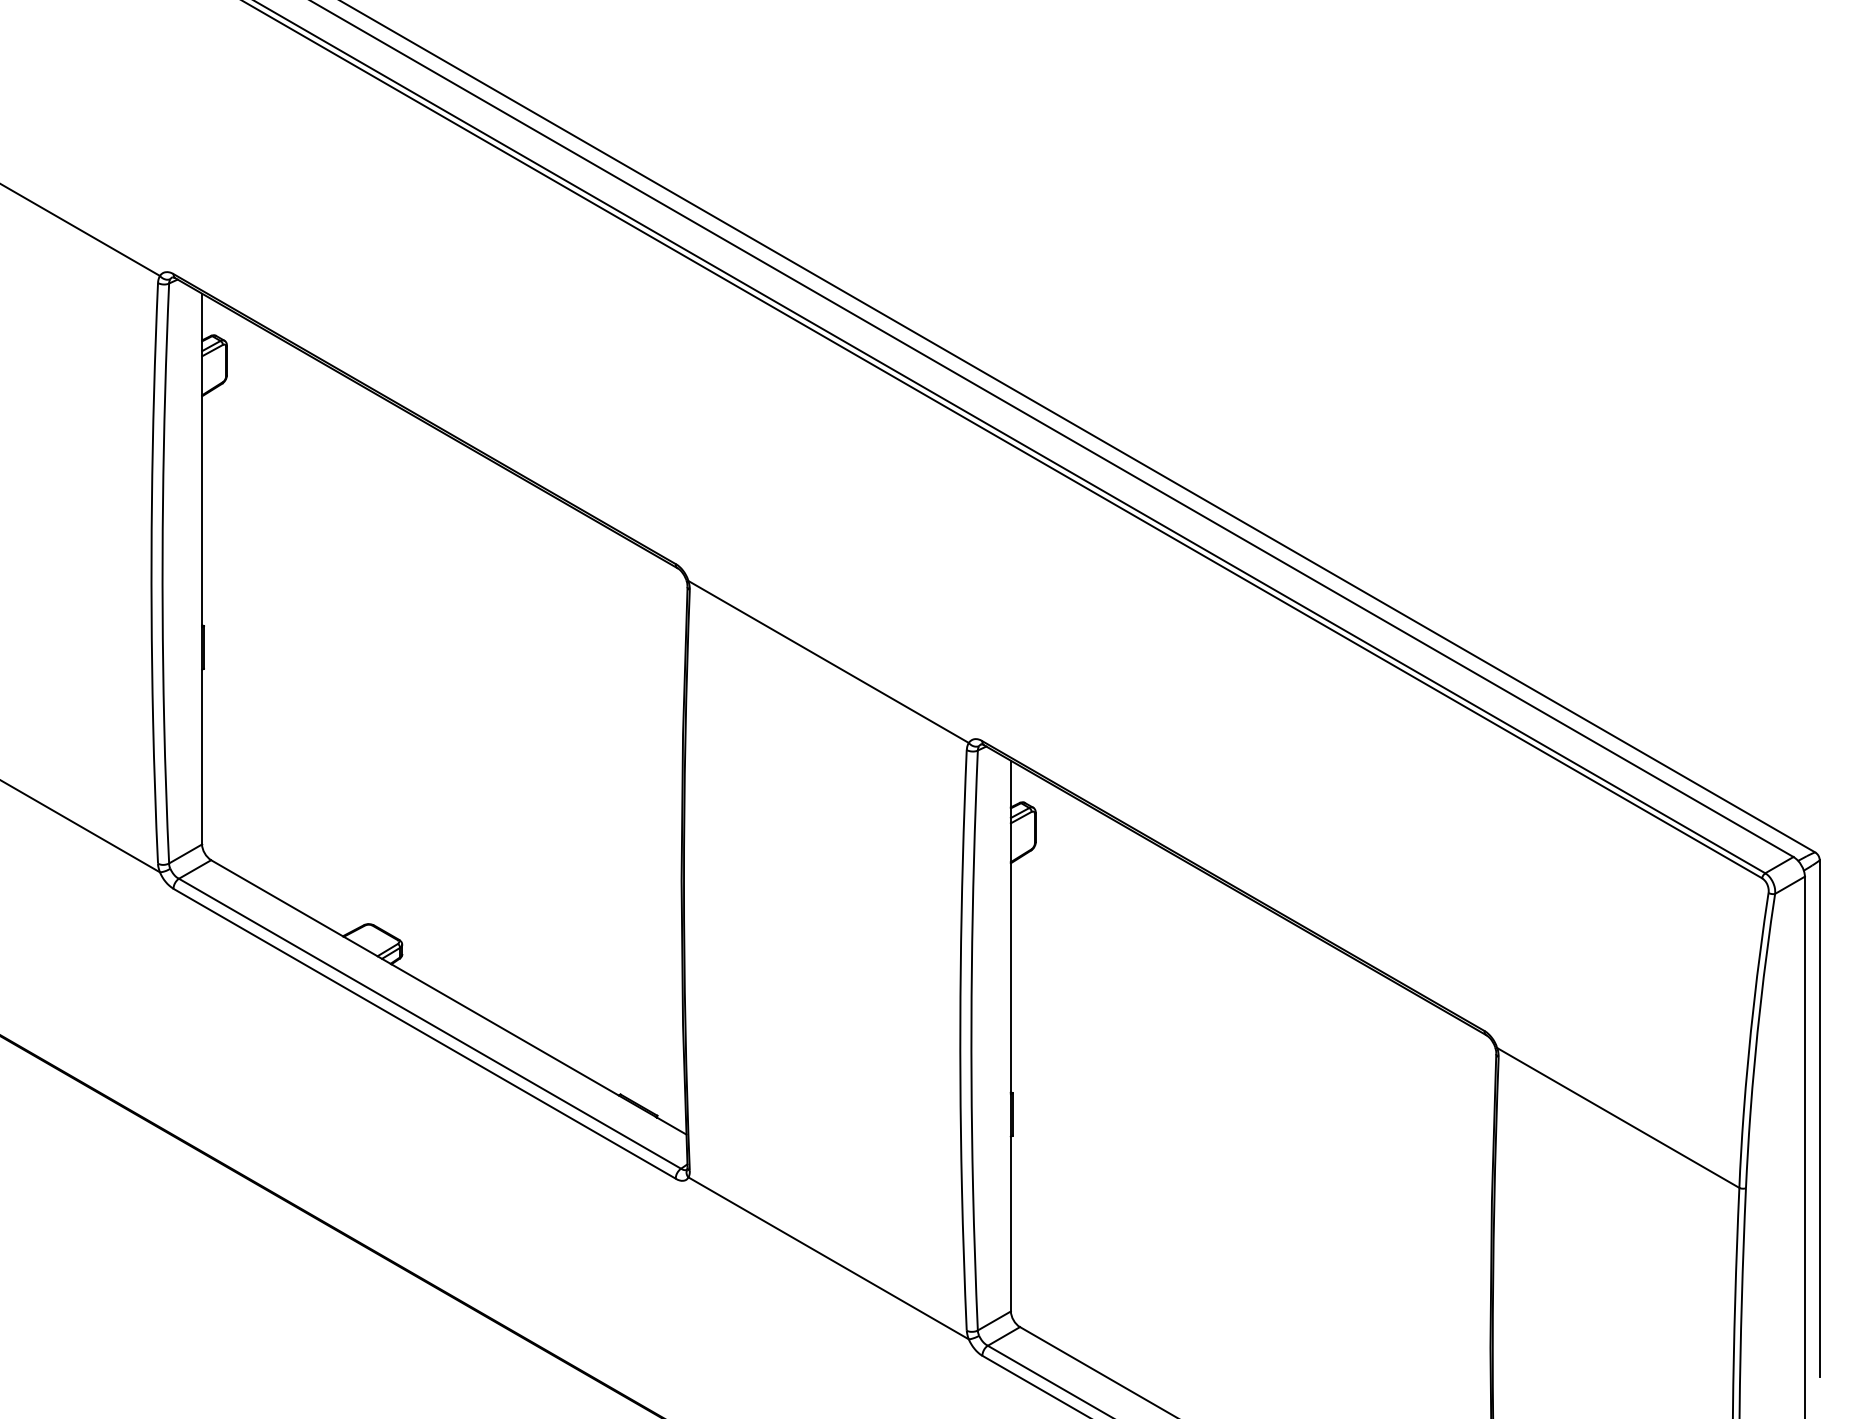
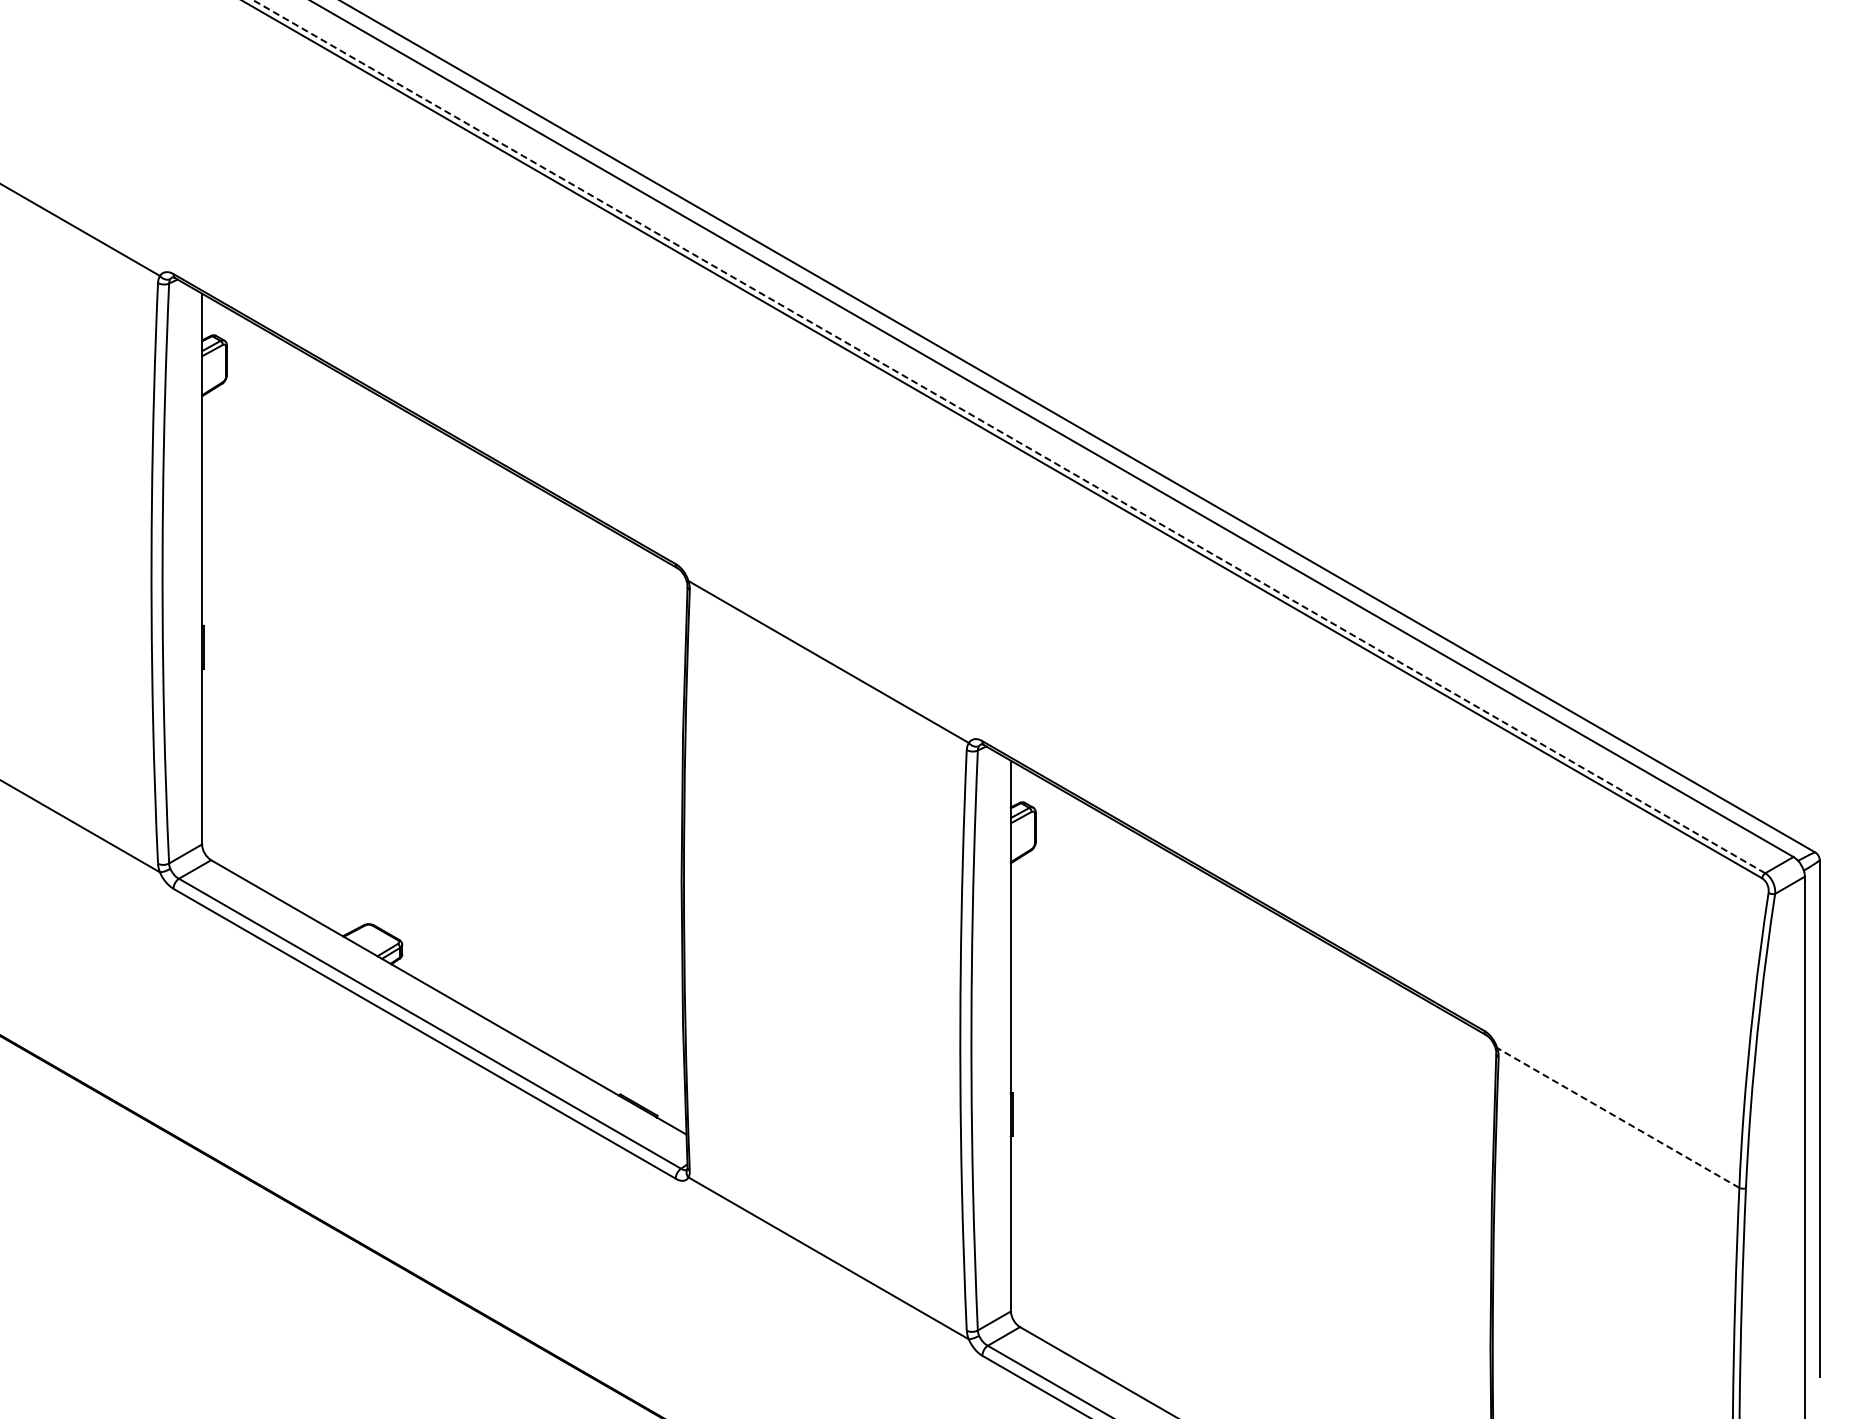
line at (1009, 436): solid -> dashed
line at (1618, 1117): solid -> dashed
